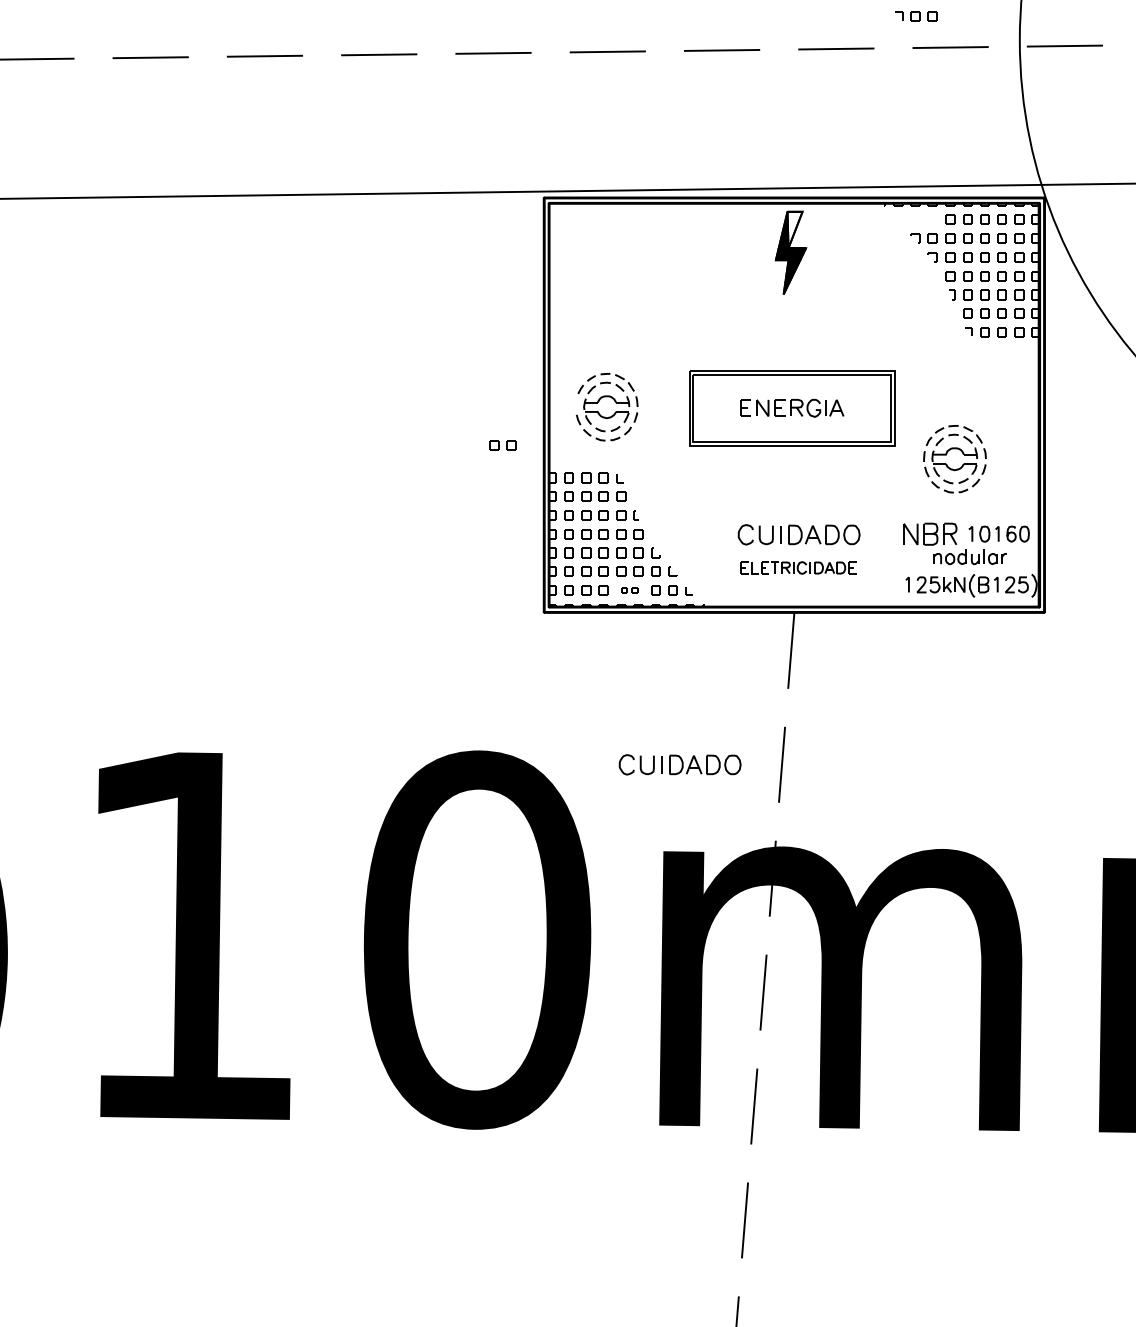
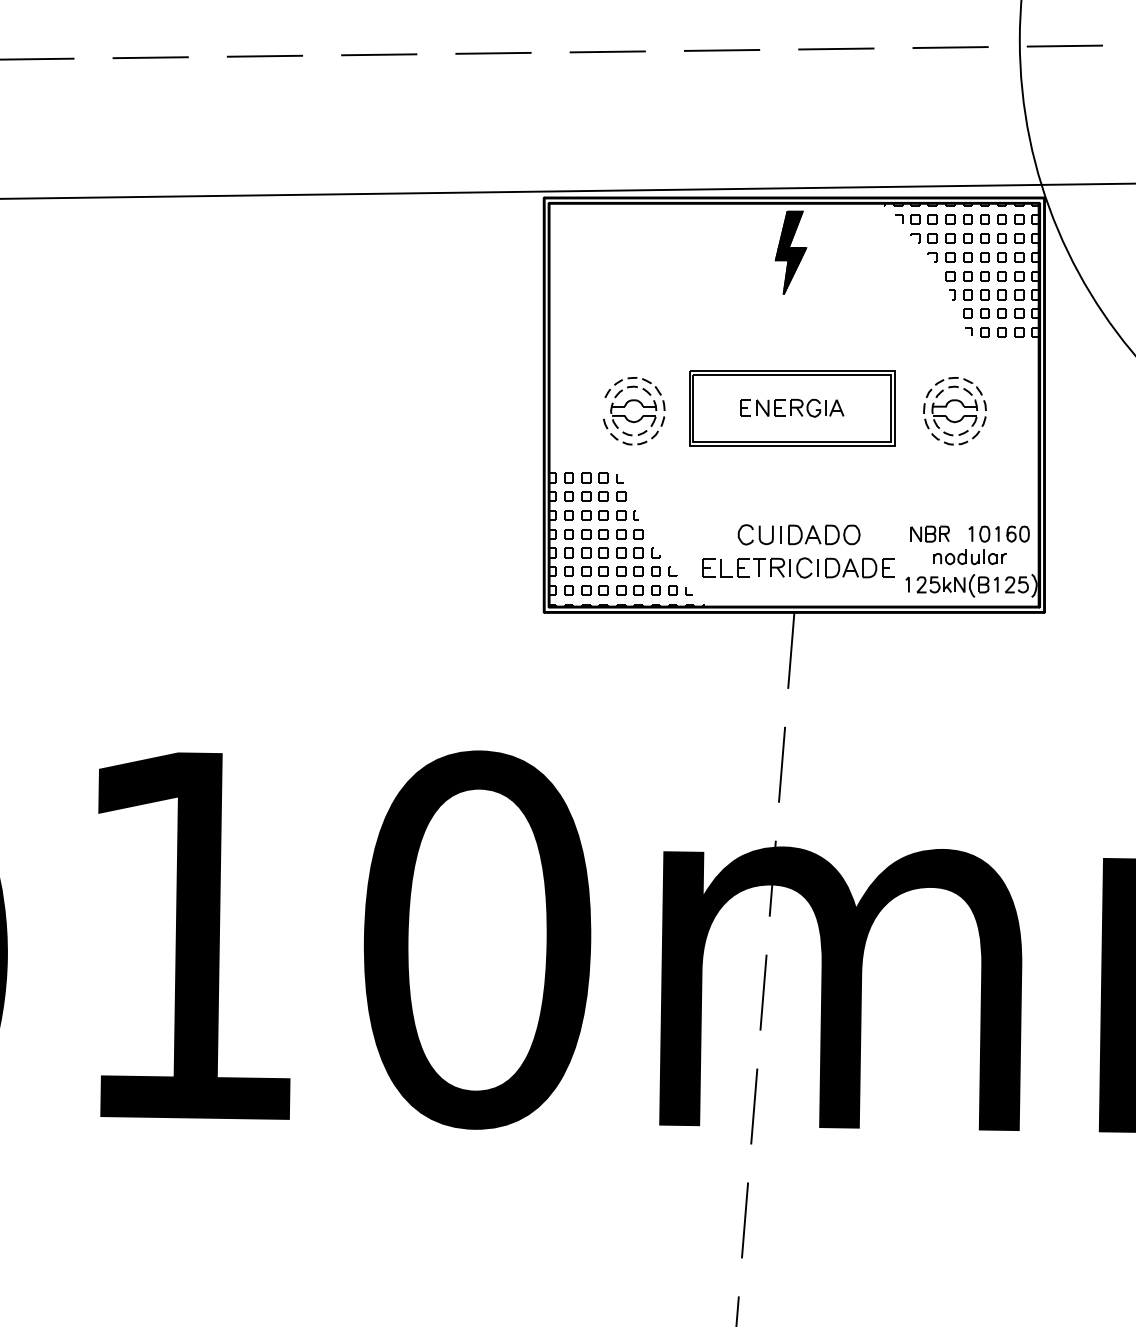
part at (916, 16) position: (916, 16) -> (916, 219)
fill at (794, 229): none -> present
part at (614, 412) position: (614, 412) -> (641, 416)
part at (502, 445): present -> none
part at (947, 454) position: (947, 454) -> (947, 406)
part at (930, 533) size: 55x24 px -> 40x18 px
part at (798, 567) size: 117x14 px -> 193x22 px
part at (629, 590) size: 18x7 px -> 28x11 px
part at (679, 764): present -> none
